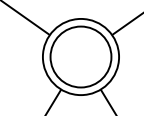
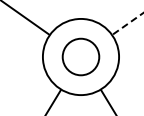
line at (128, 23): solid -> dashed
circle at (80, 56) diameter: 61 px -> 37 px
